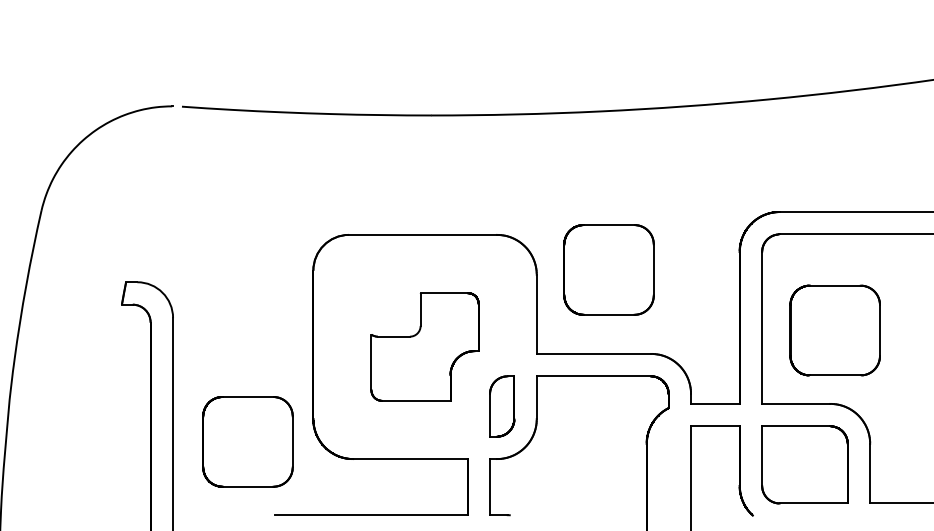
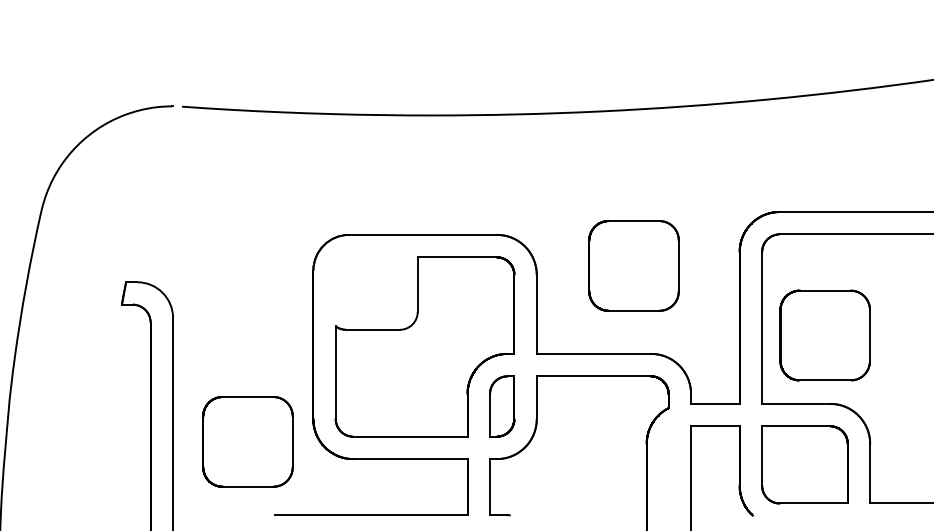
part at (608, 269) position: (608, 269) -> (633, 265)
part at (834, 330) position: (834, 330) -> (824, 335)
part at (424, 346) size: 110x110 px -> 182x182 px
